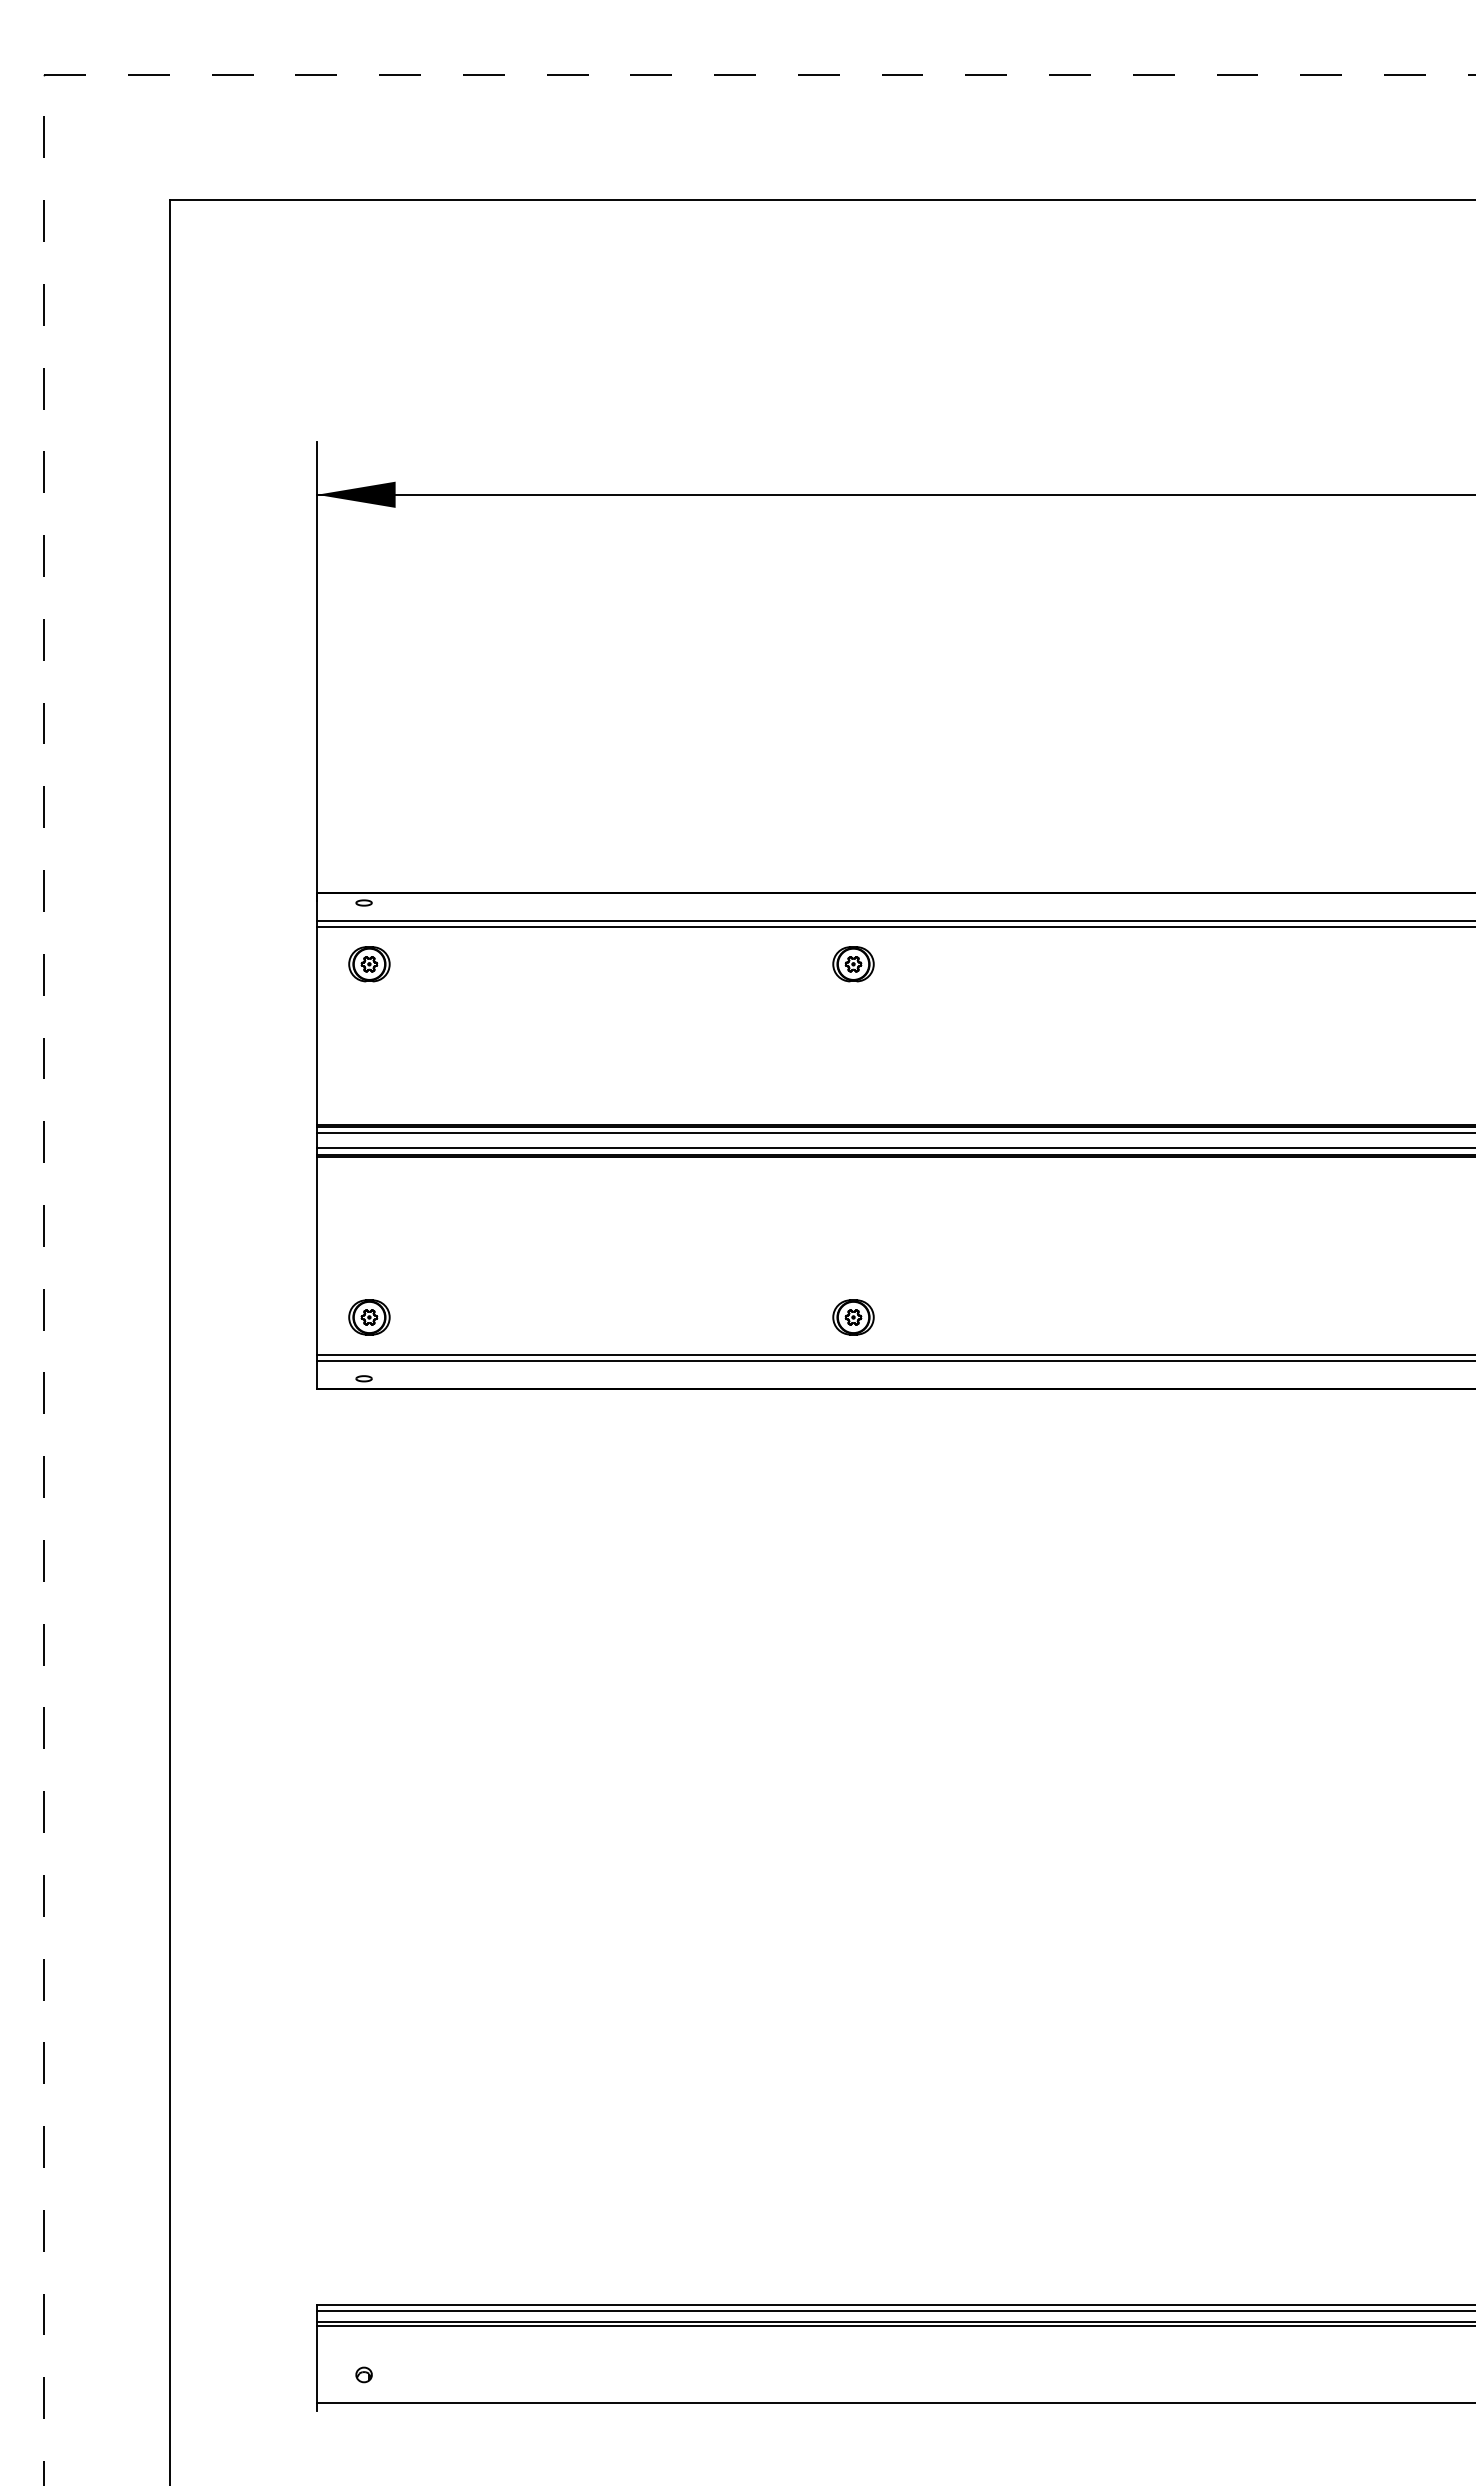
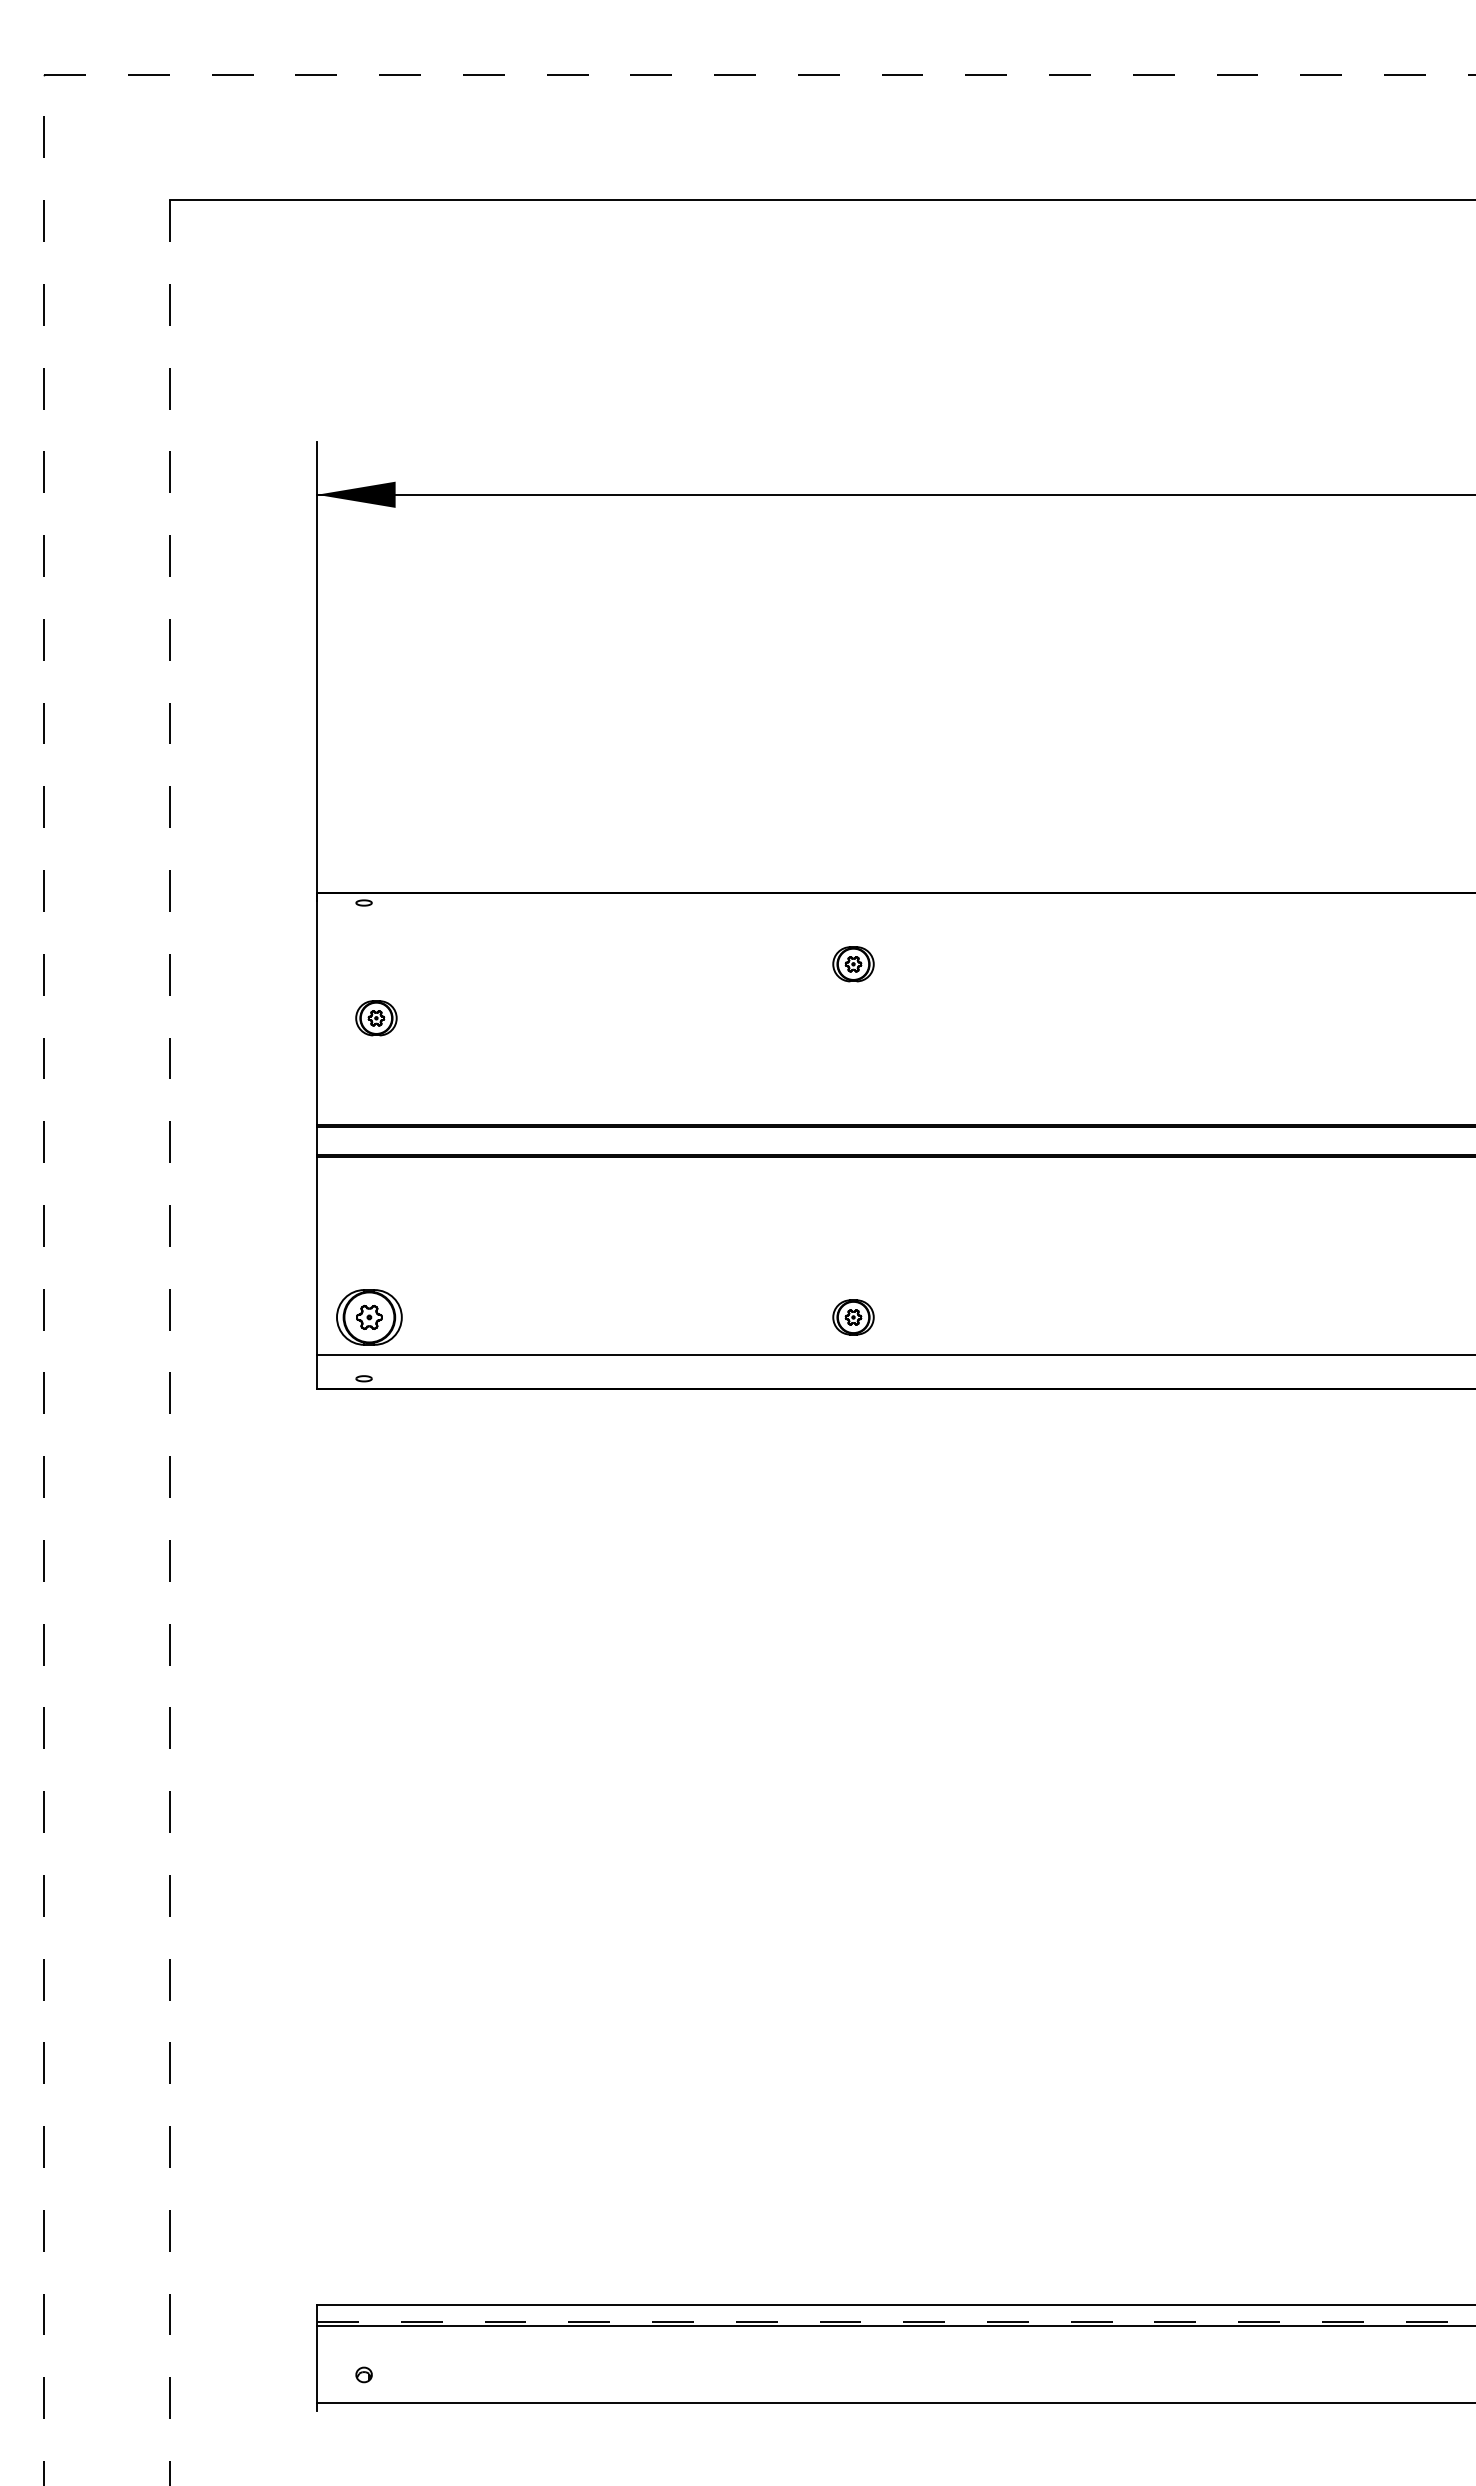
line at (894, 920): present -> none
line at (894, 926): present -> none
part at (369, 964) position: (369, 964) -> (376, 1018)
line at (894, 1133): present -> none
line at (894, 1148): present -> none
part at (369, 1317) size: 43x37 px -> 67x57 px
line at (169, 1343): solid -> dashed
line at (894, 1360): present -> none
line at (894, 2310): present -> none
line at (897, 2321): solid -> dashed
